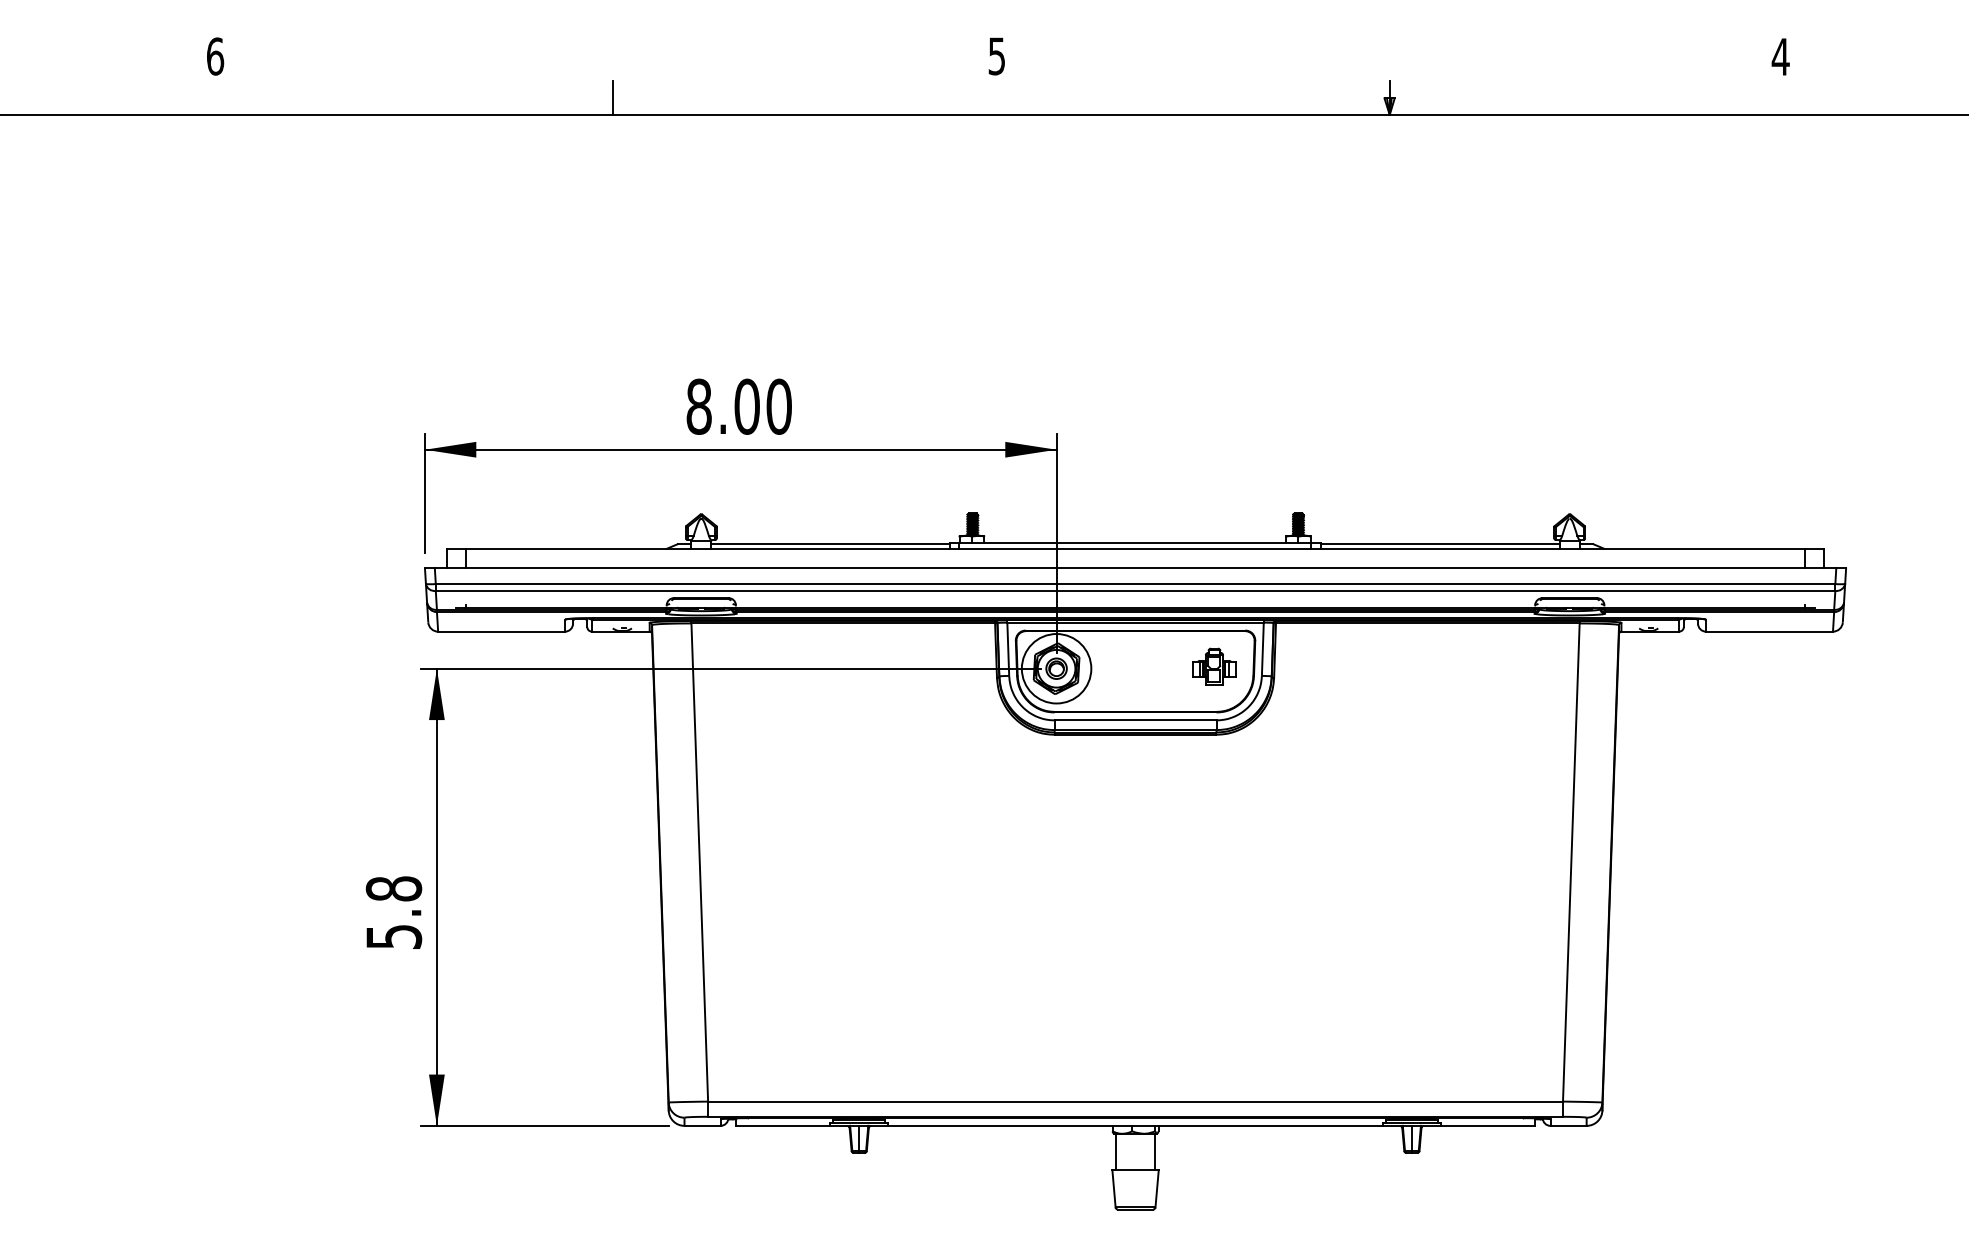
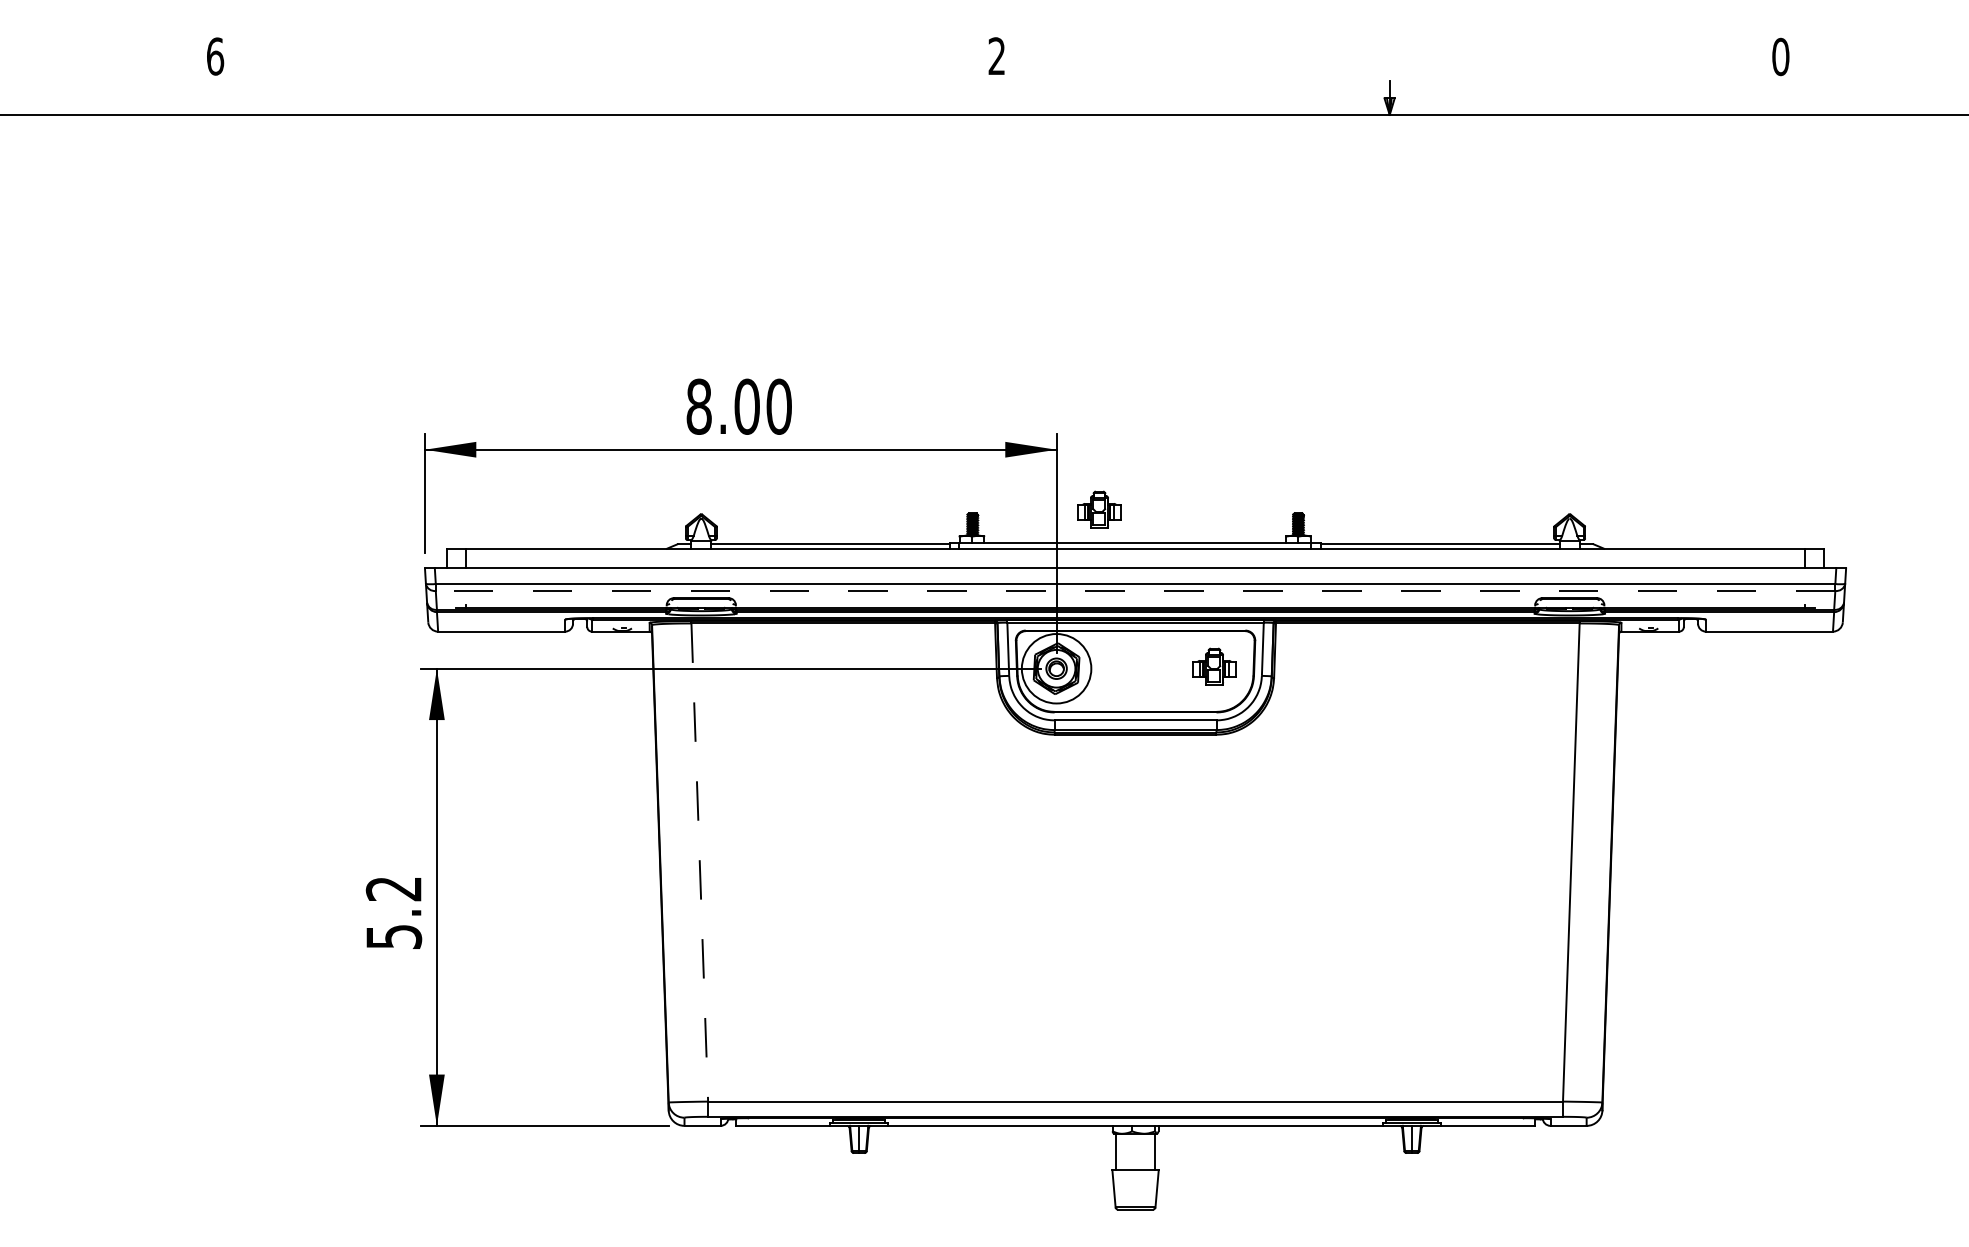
text at (996, 56): 5 -> 2
text at (1780, 56): 4 -> 0
line at (612, 97): present -> none
part at (1099, 509): none -> present
line at (1135, 590): solid -> dashed
line at (699, 863): solid -> dashed
text at (393, 888): 5.8 -> 5.2
